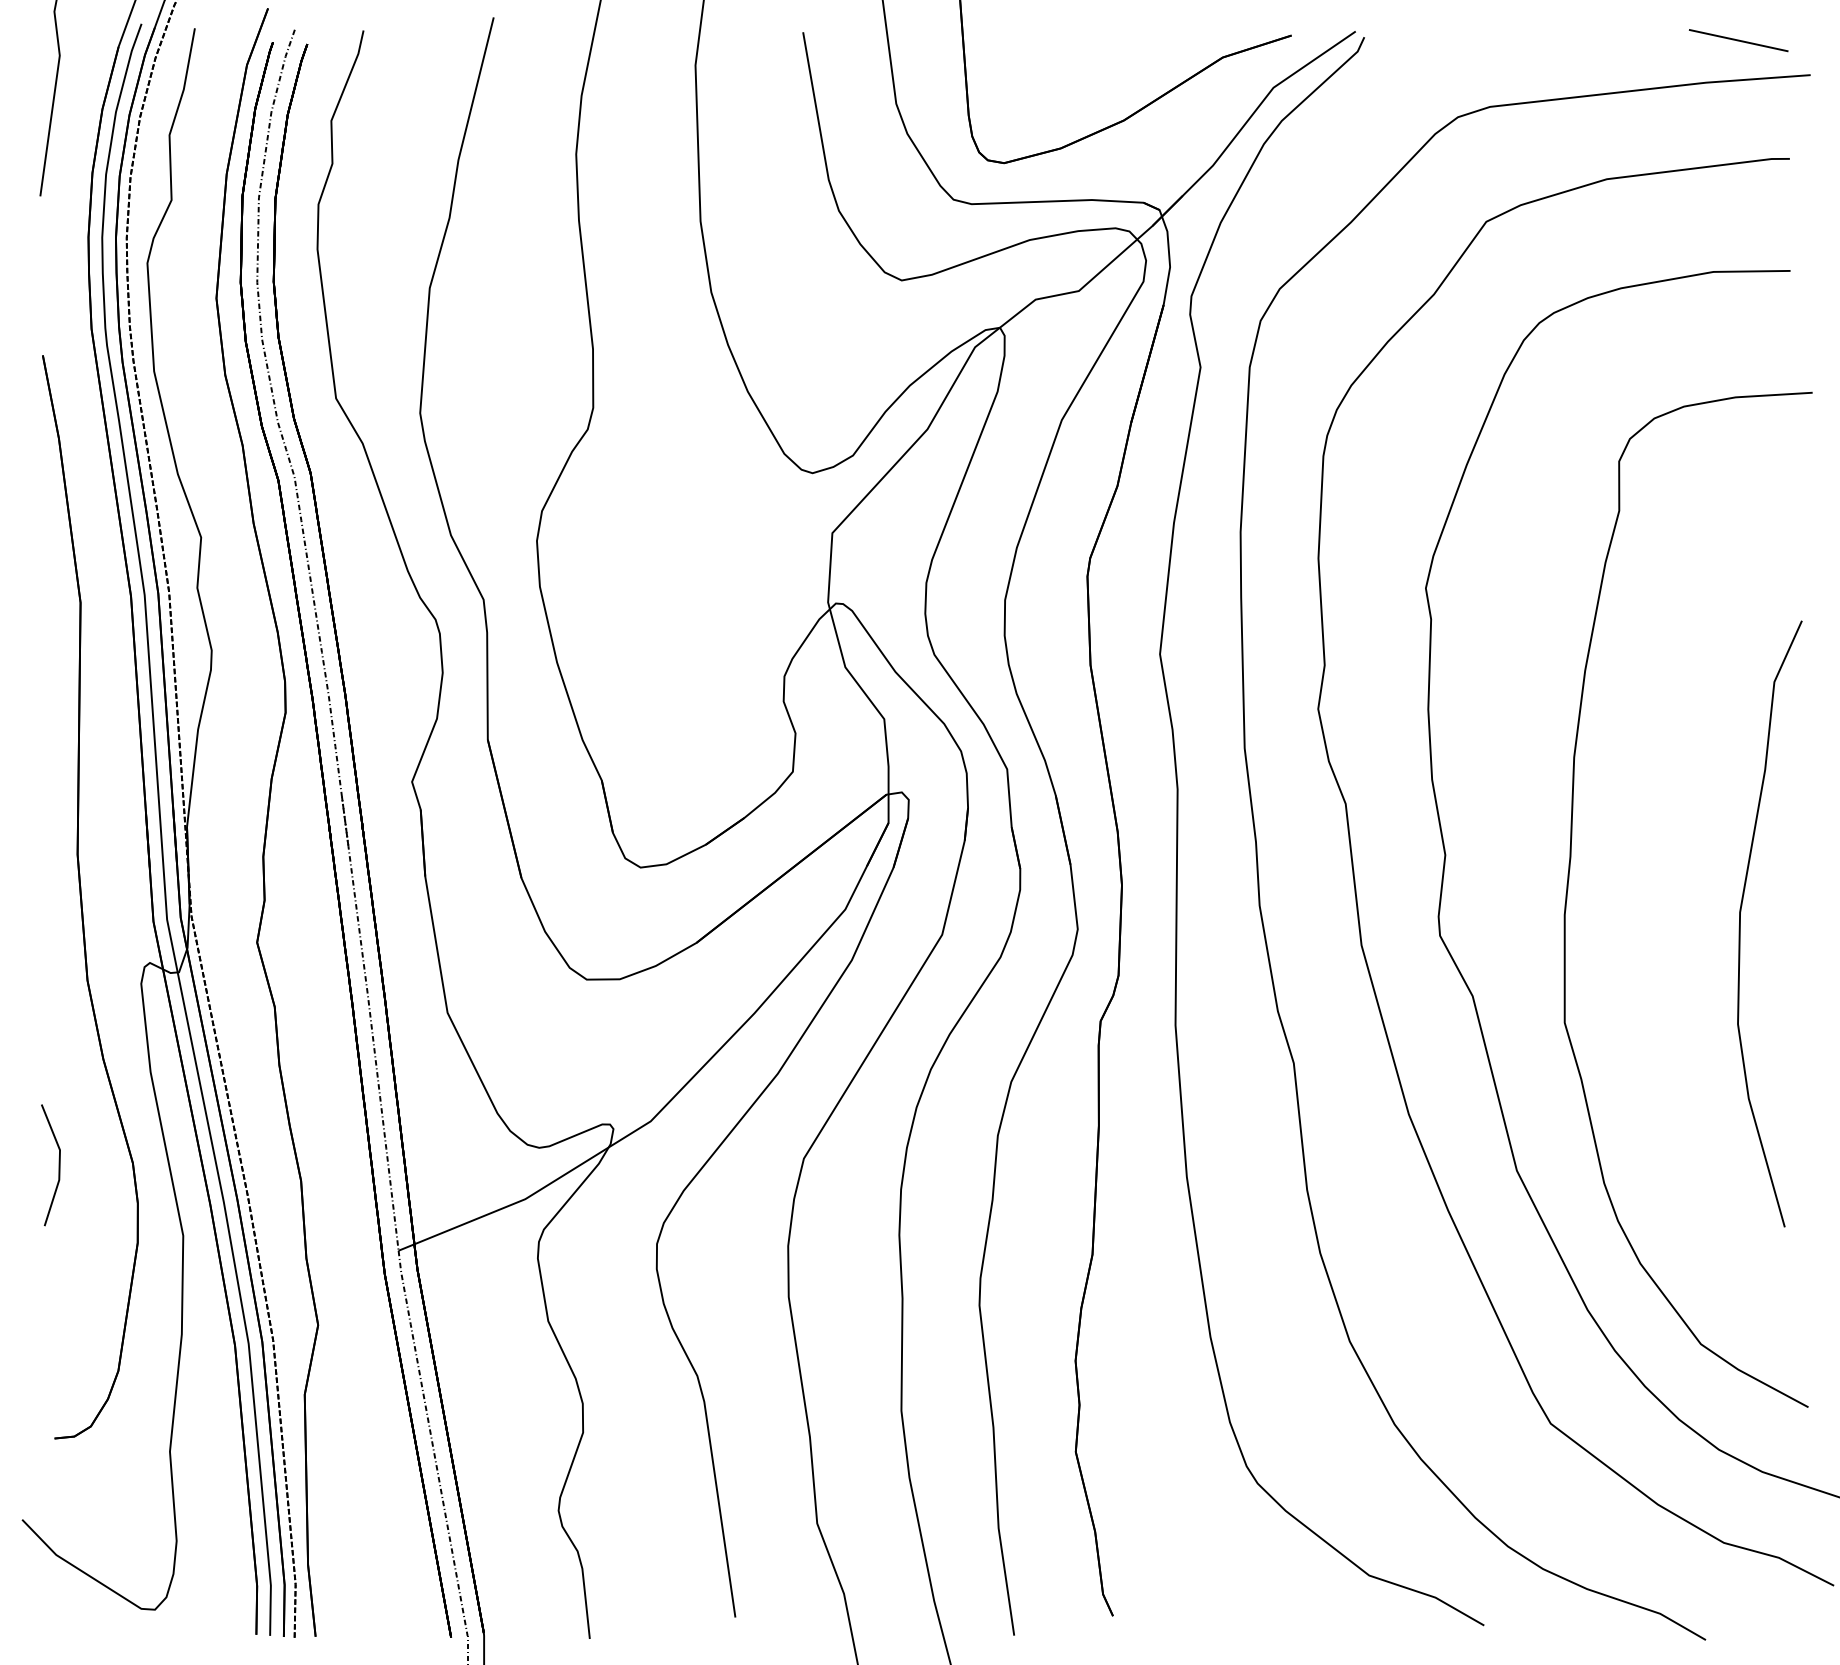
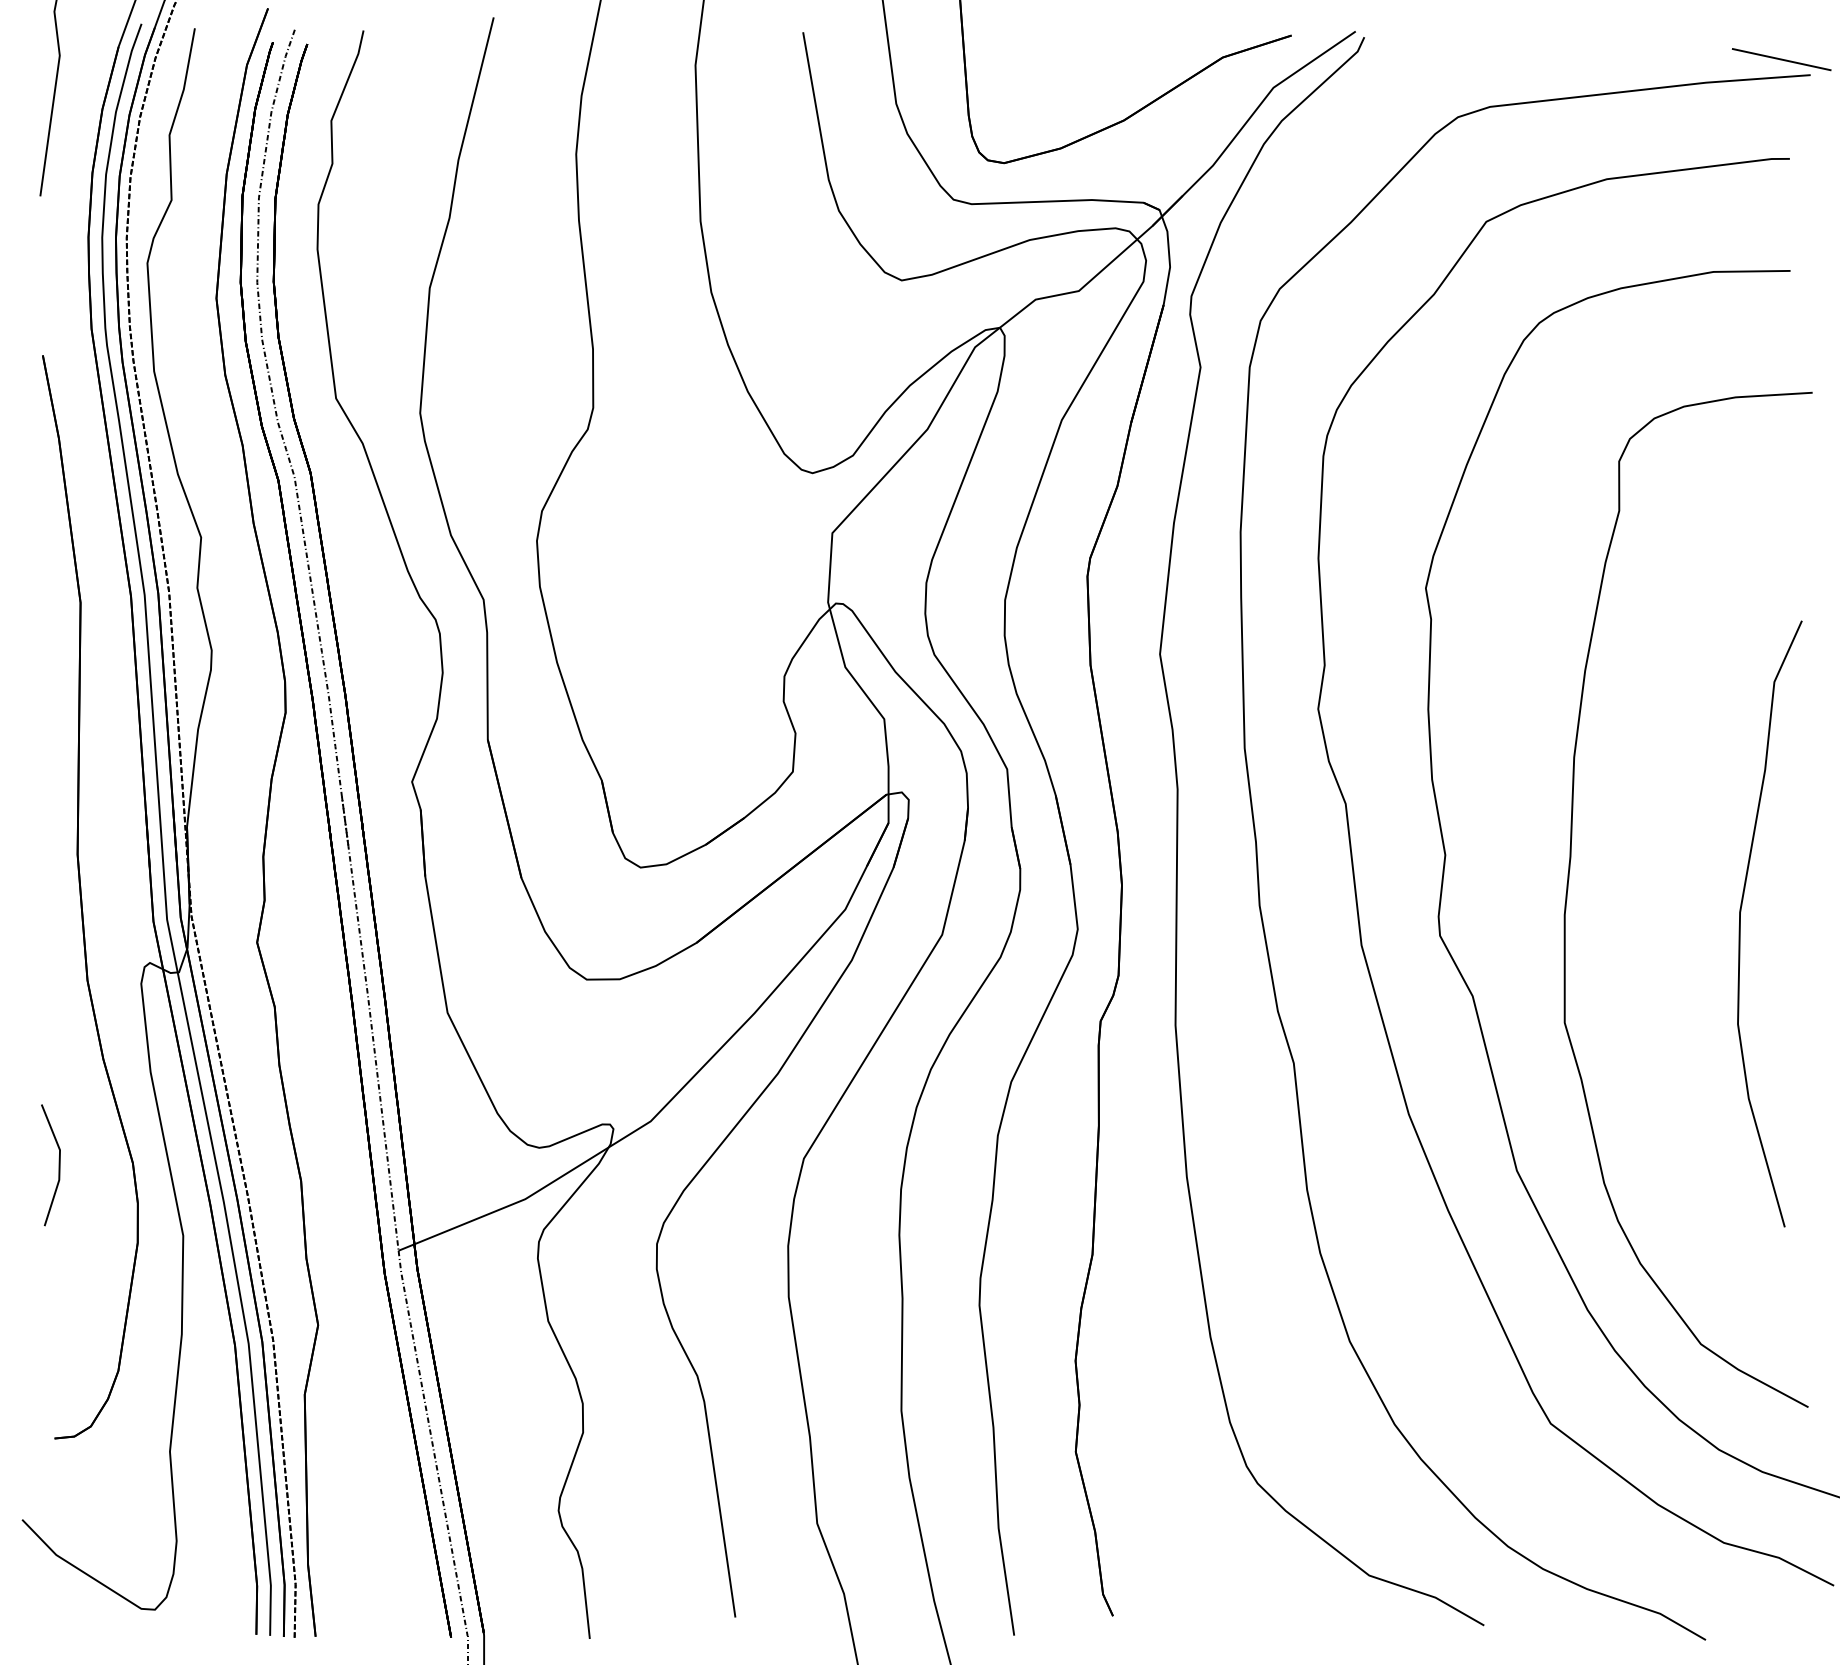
line at (1738, 40) position: (1738, 40) -> (1781, 59)
